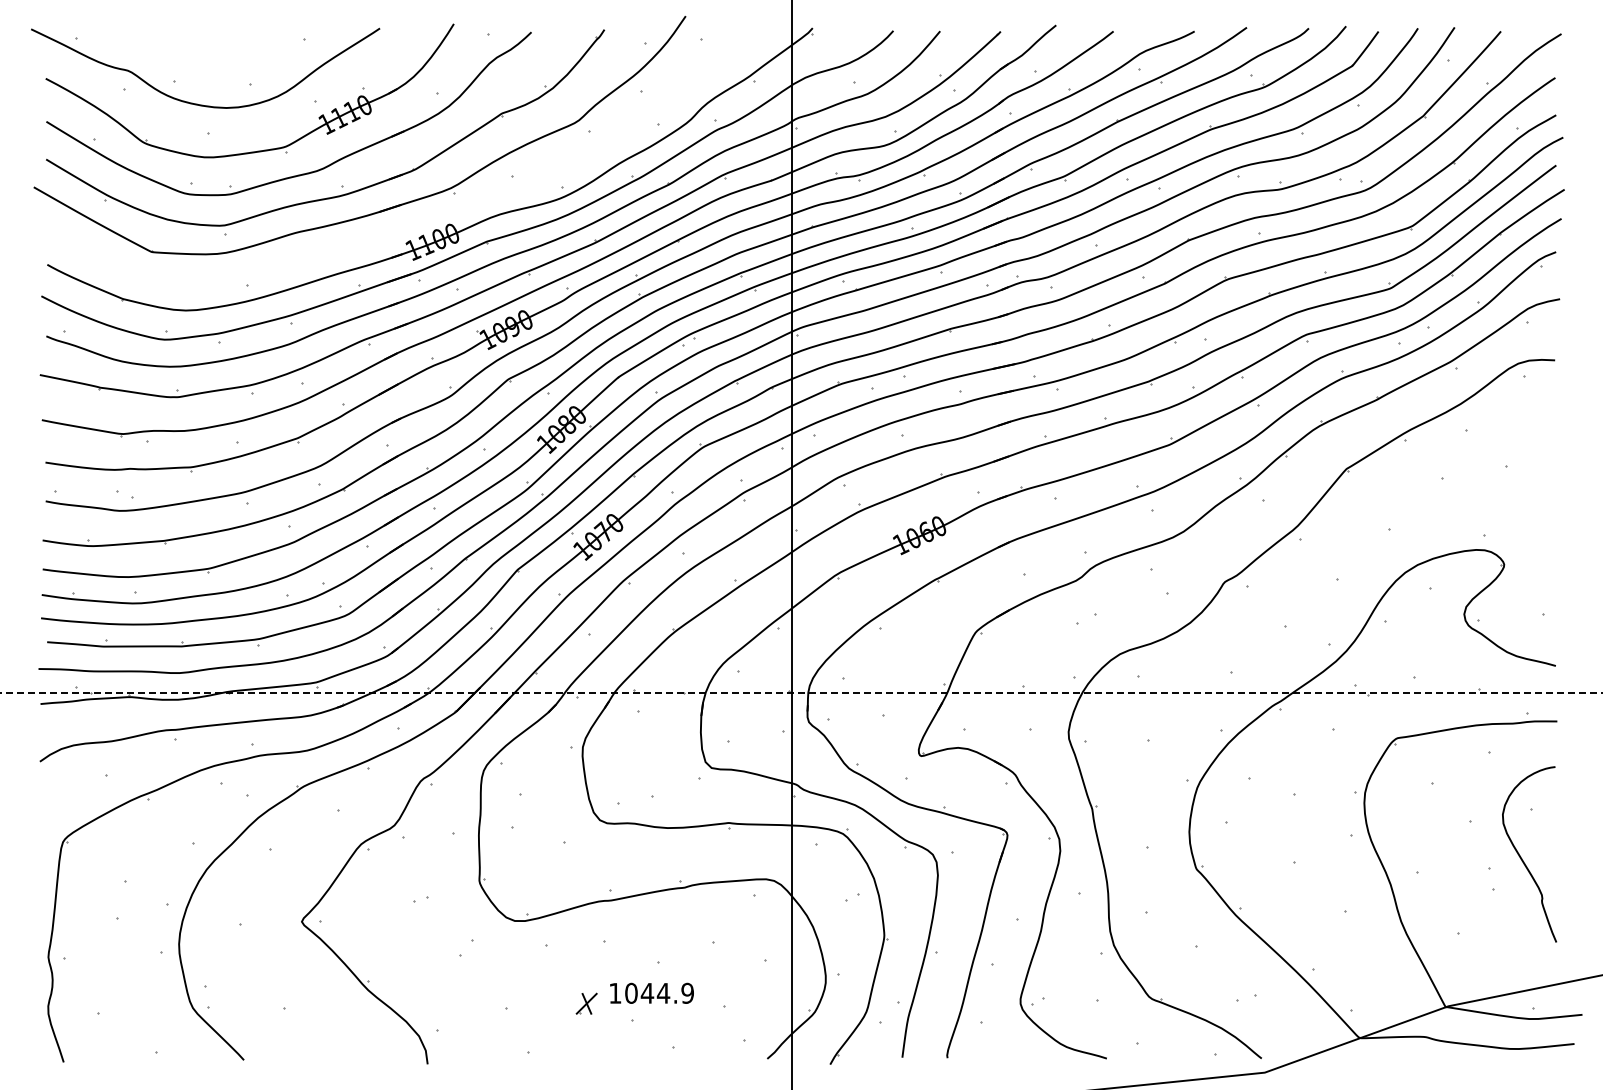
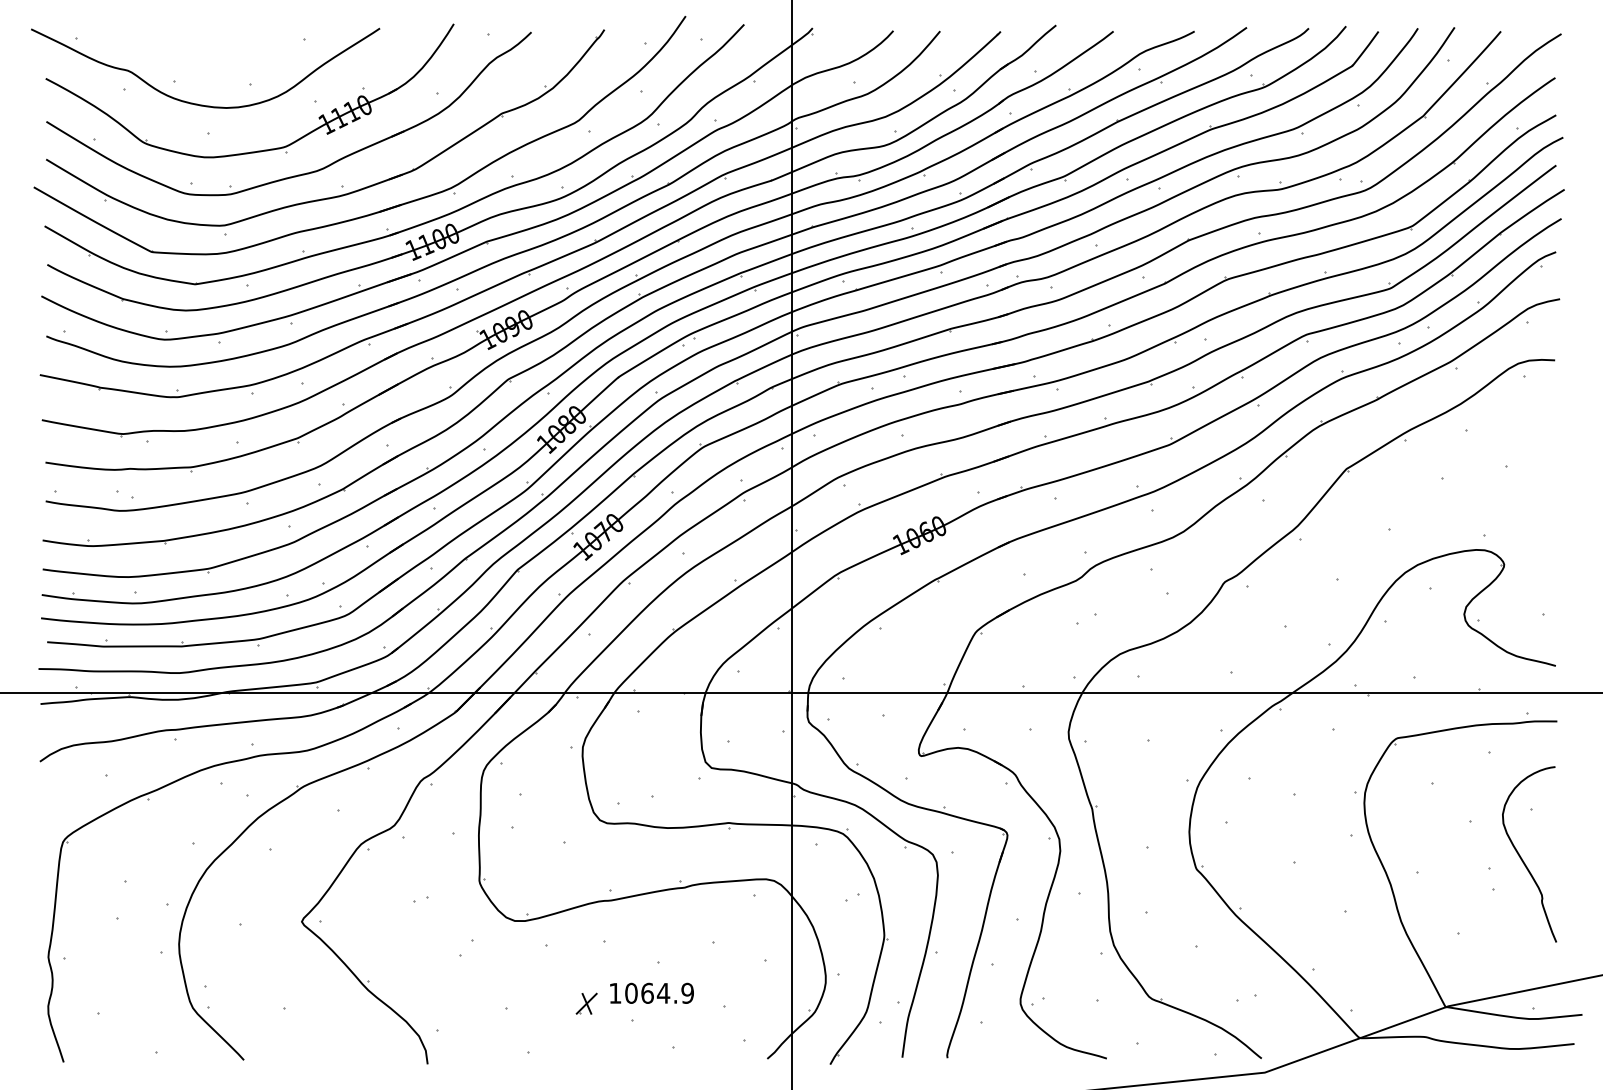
part at (417, 224): none -> present
line at (801, 693): dashed -> solid
text at (647, 992): 1044.9 -> 1064.9
